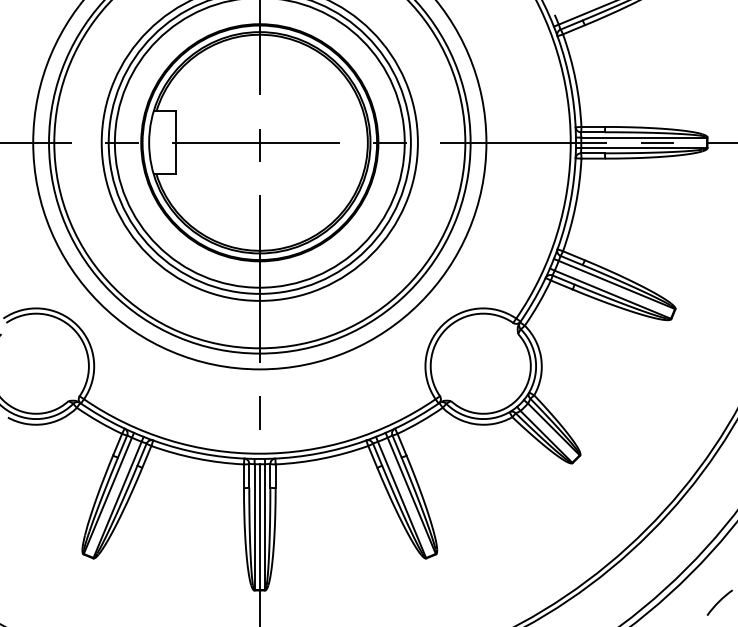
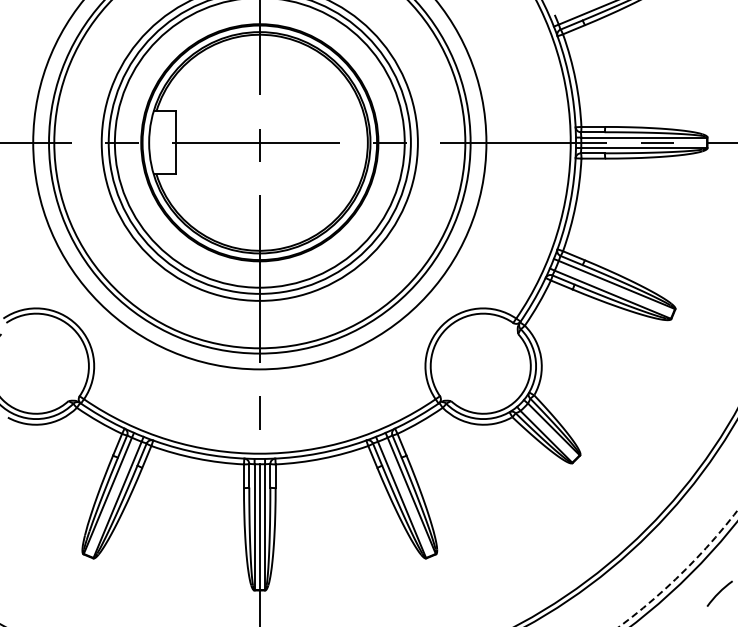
circle at (678, 568): solid -> dashed
arc at (719, 602) position: (719, 602) -> (719, 593)
